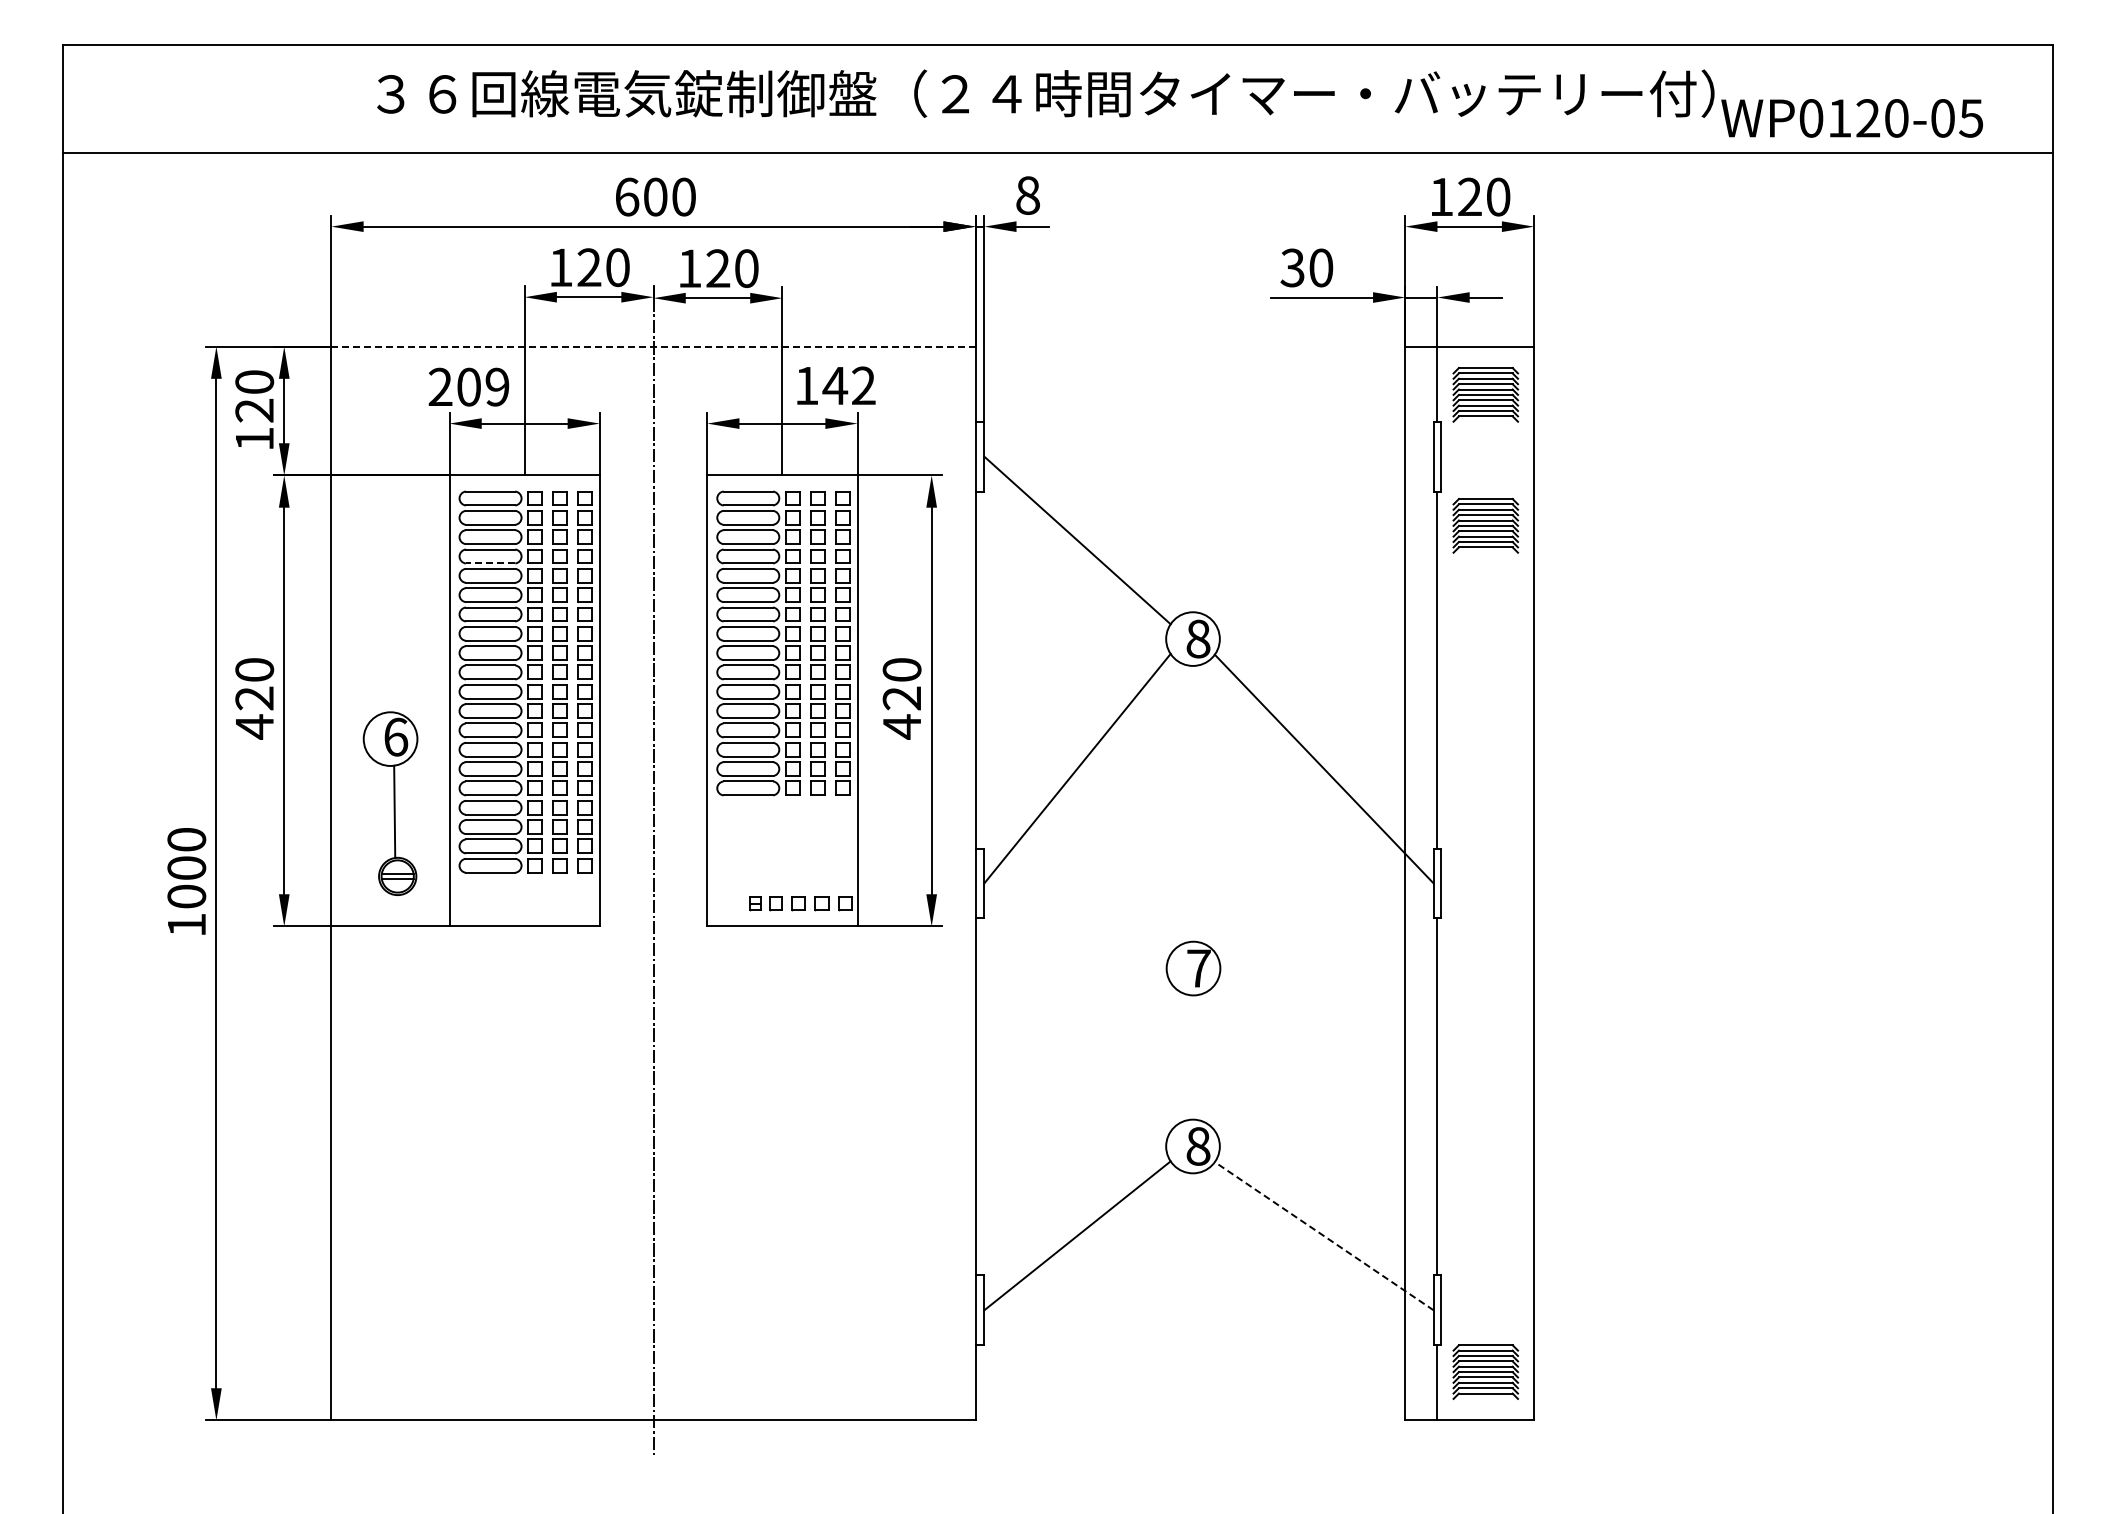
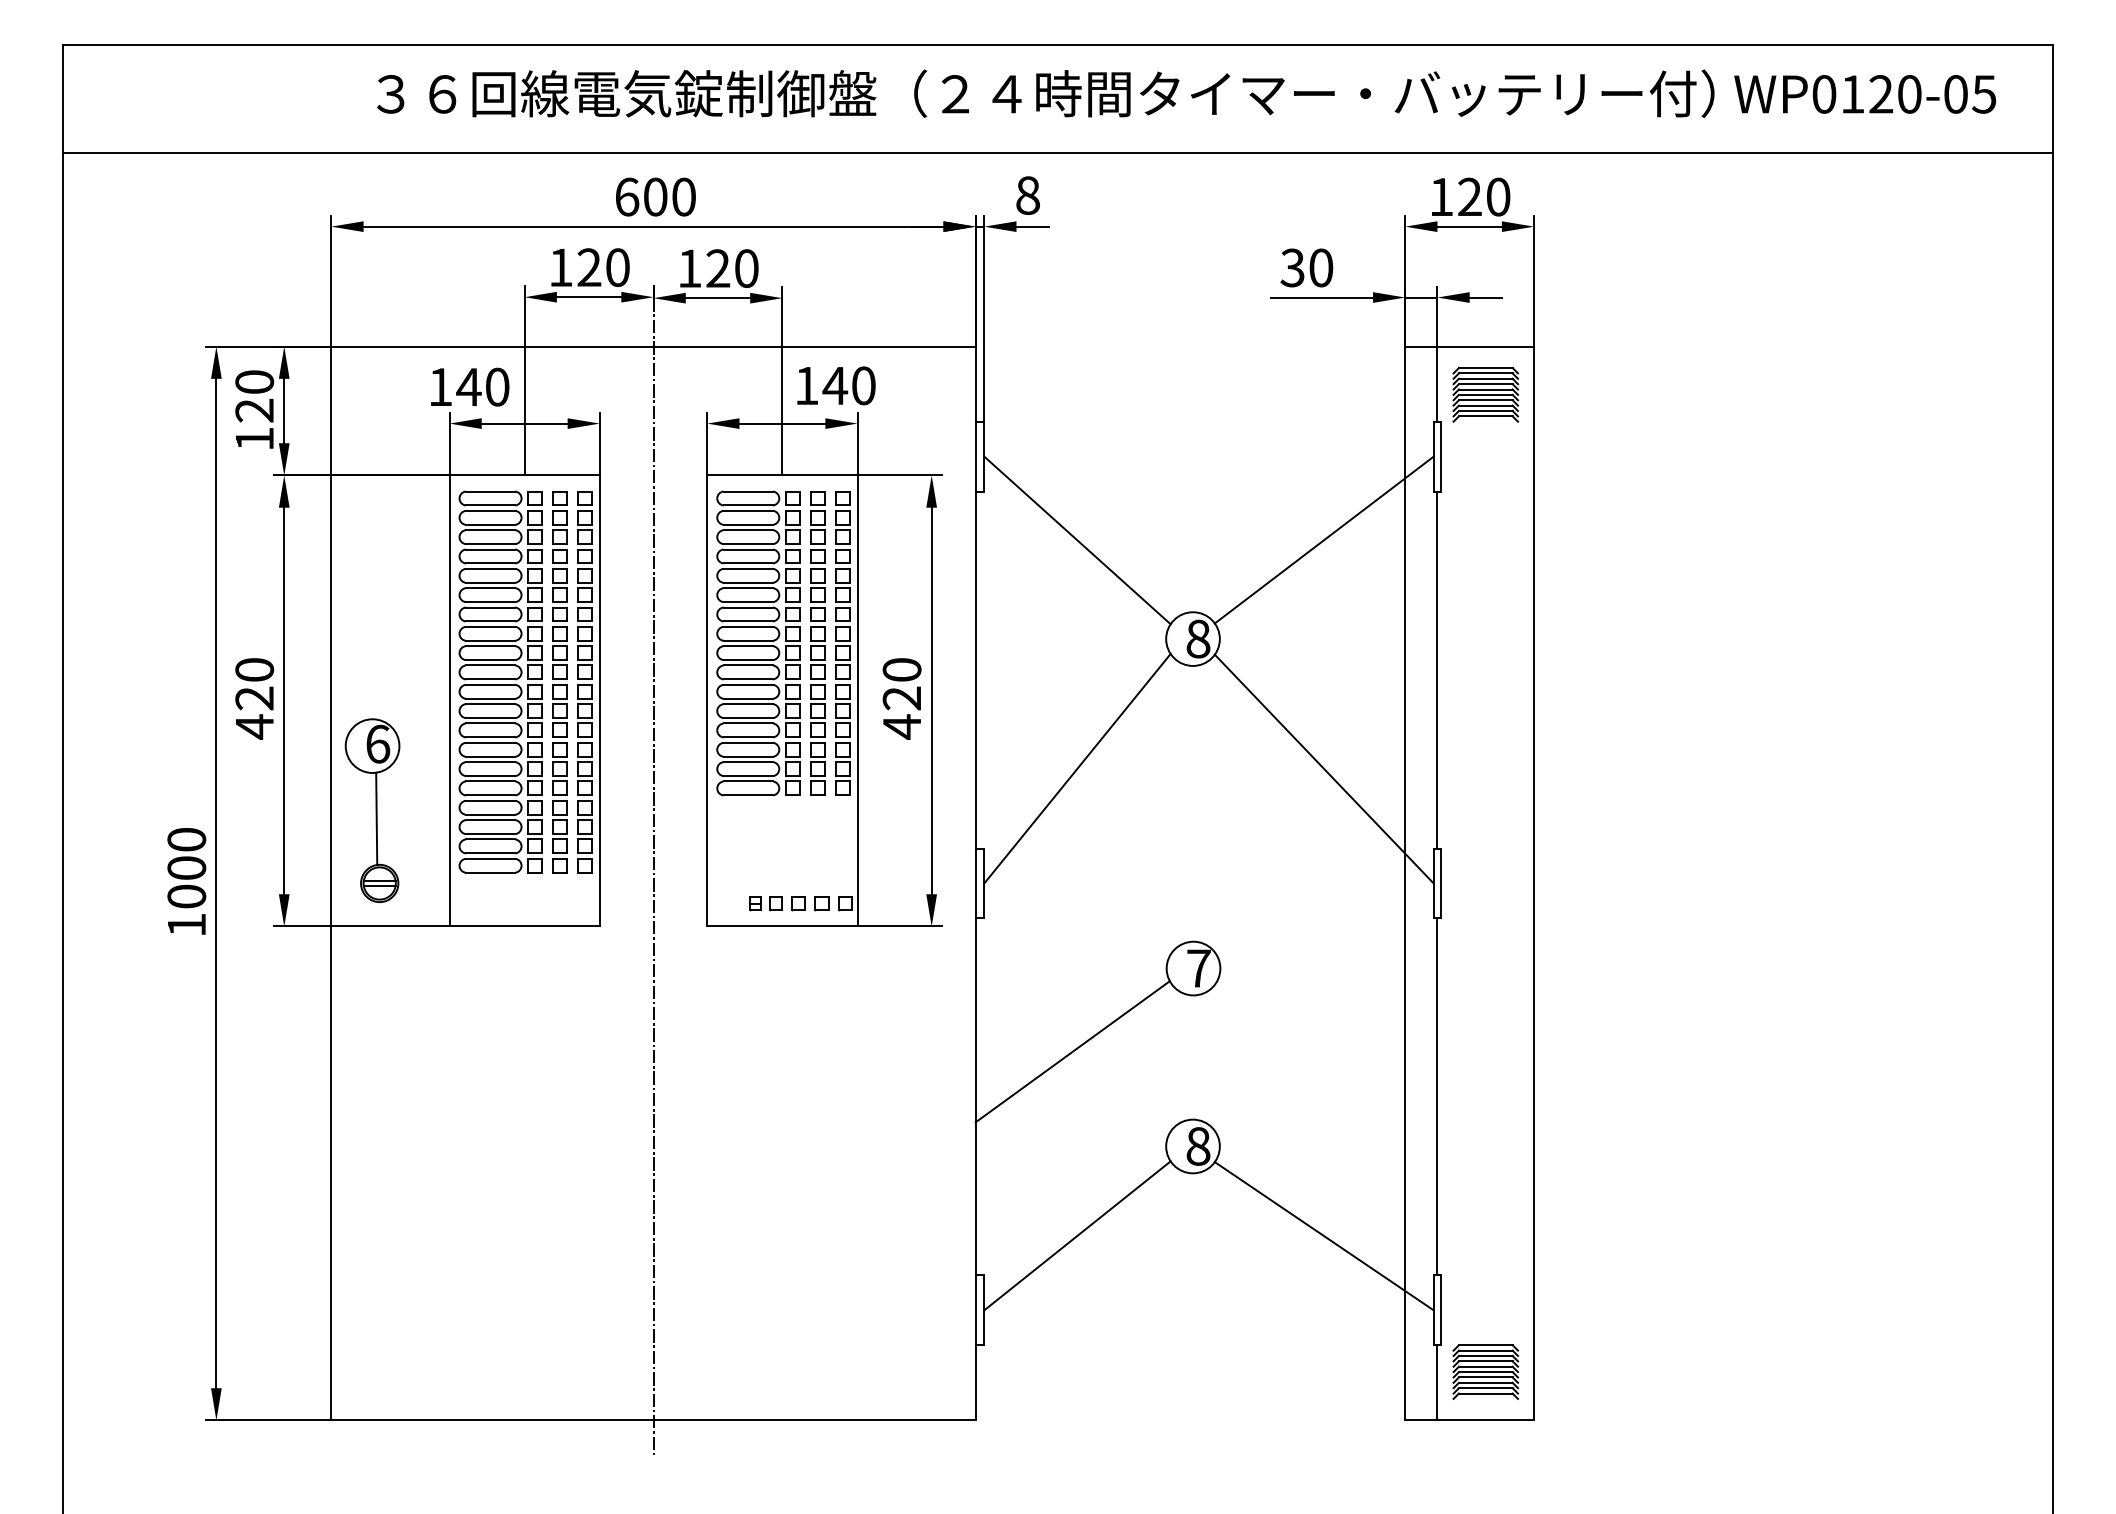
text at (1851, 118) position: (1851, 118) -> (1864, 94)
line at (654, 346): dashed -> solid
text at (863, 385): 142 -> 140
text at (468, 386): 209 -> 140
part at (1485, 525): present -> none
line at (1323, 539): none -> present
line at (490, 563): dashed -> solid
part at (390, 803) position: (390, 803) -> (372, 810)
line at (1072, 1051): none -> present
line at (1323, 1235): dashed -> solid
